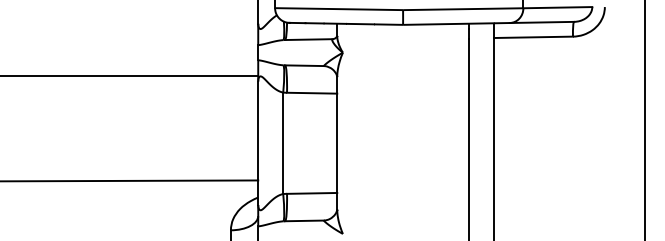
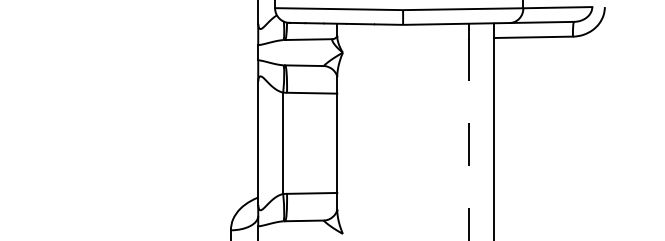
line at (130, 75): present -> none
line at (645, 119): present -> none
line at (468, 139): solid -> dashed
line at (130, 180): present -> none
